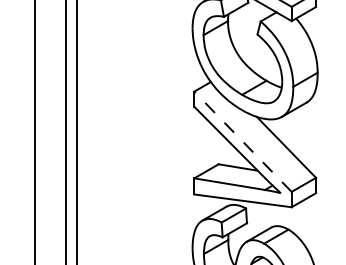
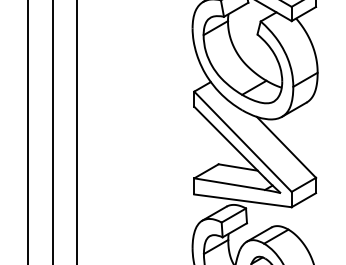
line at (35, 131) position: (35, 131) -> (28, 131)
line at (65, 131) position: (65, 131) -> (52, 131)
line at (242, 141): dashed -> solid
